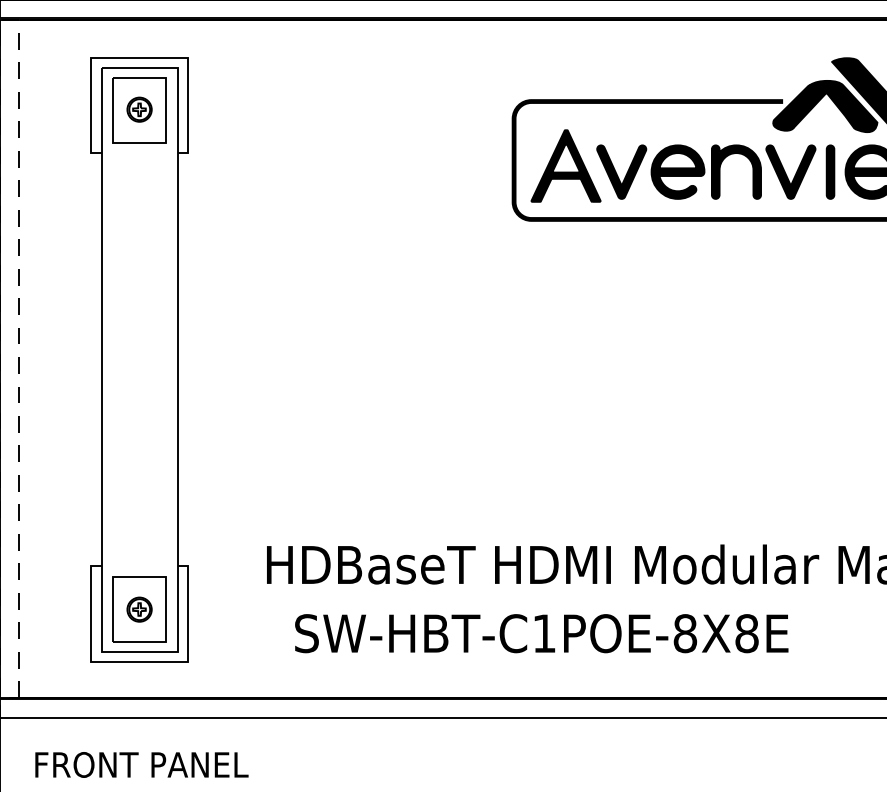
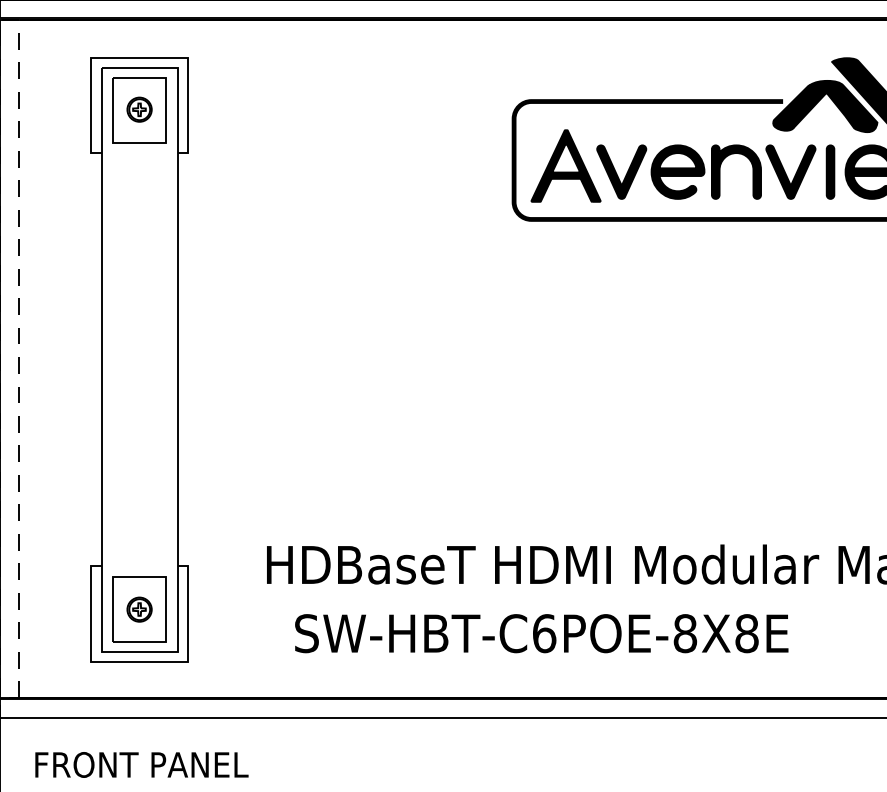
text at (544, 633): SW-HBT-C1POE-8X8E -> SW-HBT-C6POE-8X8E
